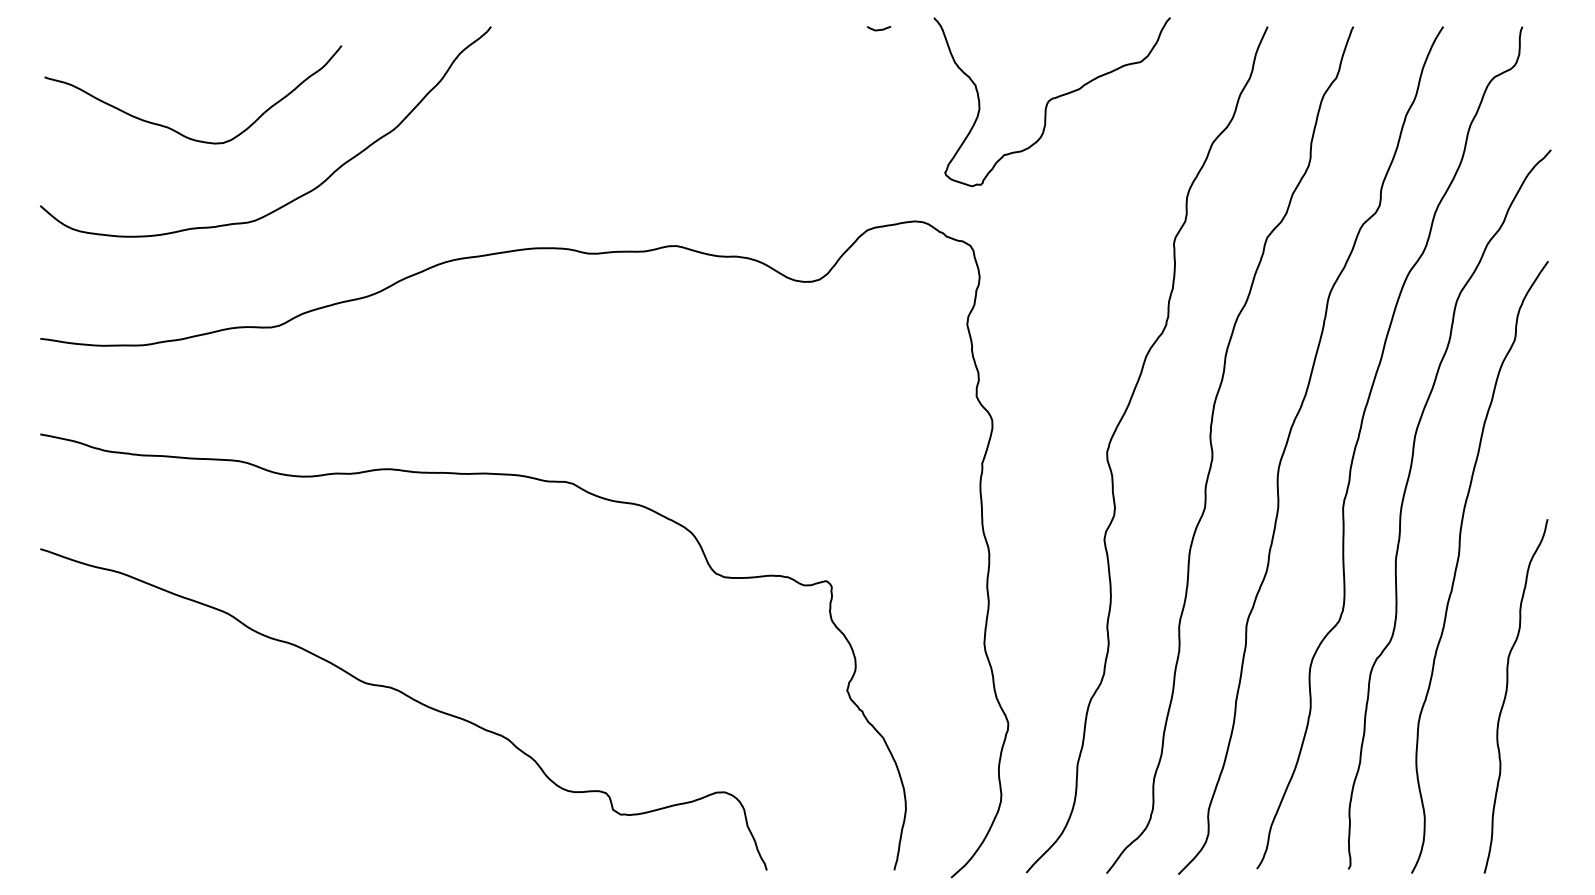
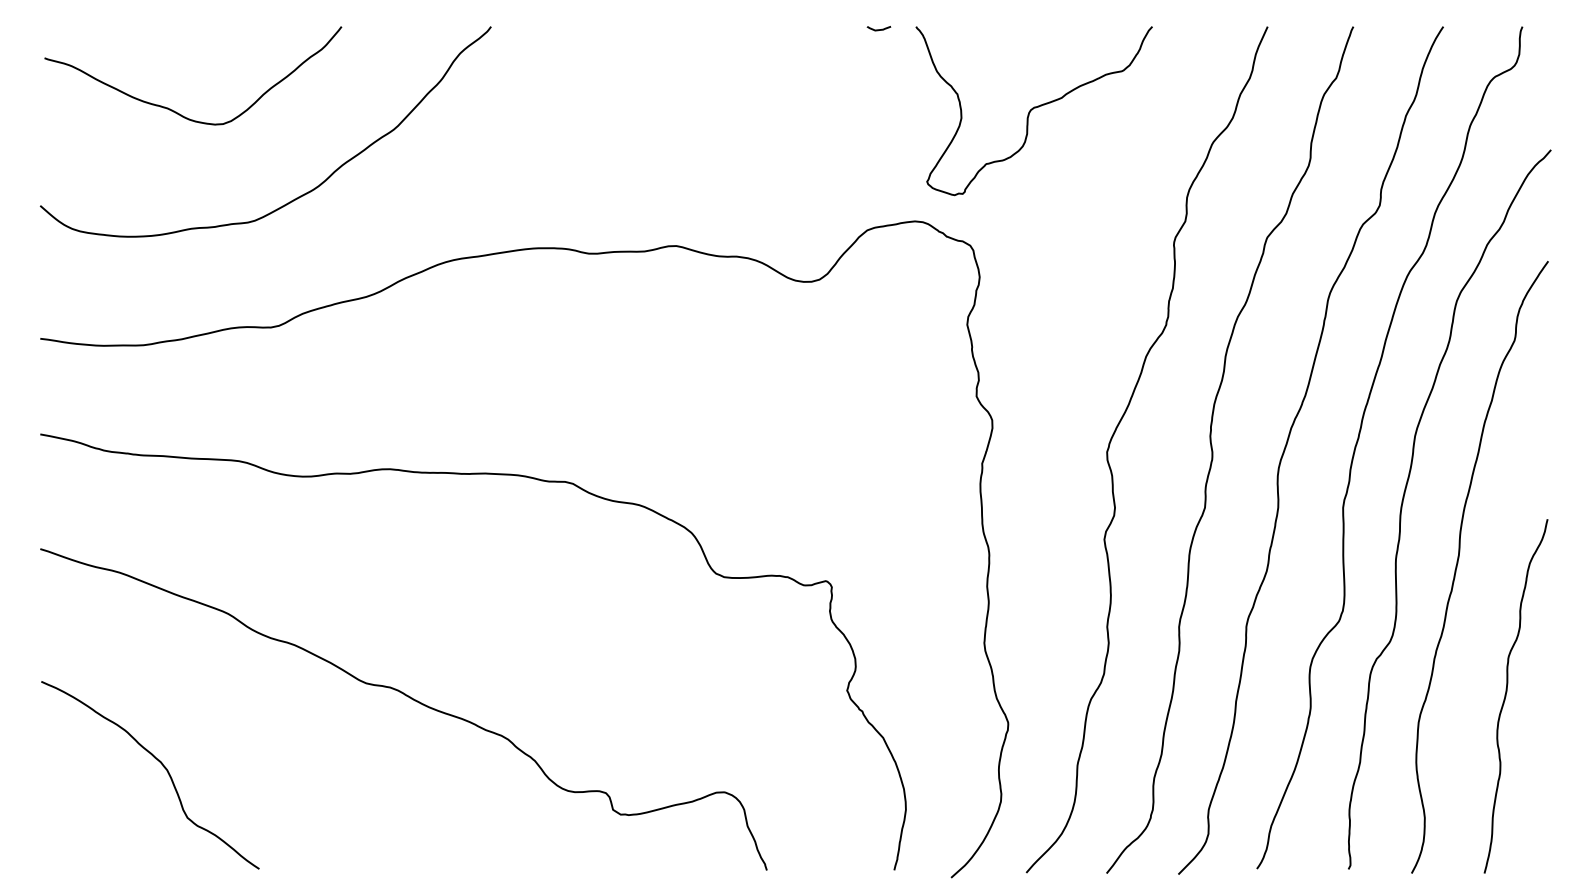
curve at (1050, 101) position: (1050, 101) -> (1032, 110)
curve at (176, 130) position: (176, 130) -> (176, 111)
curve at (162, 766): none -> present
